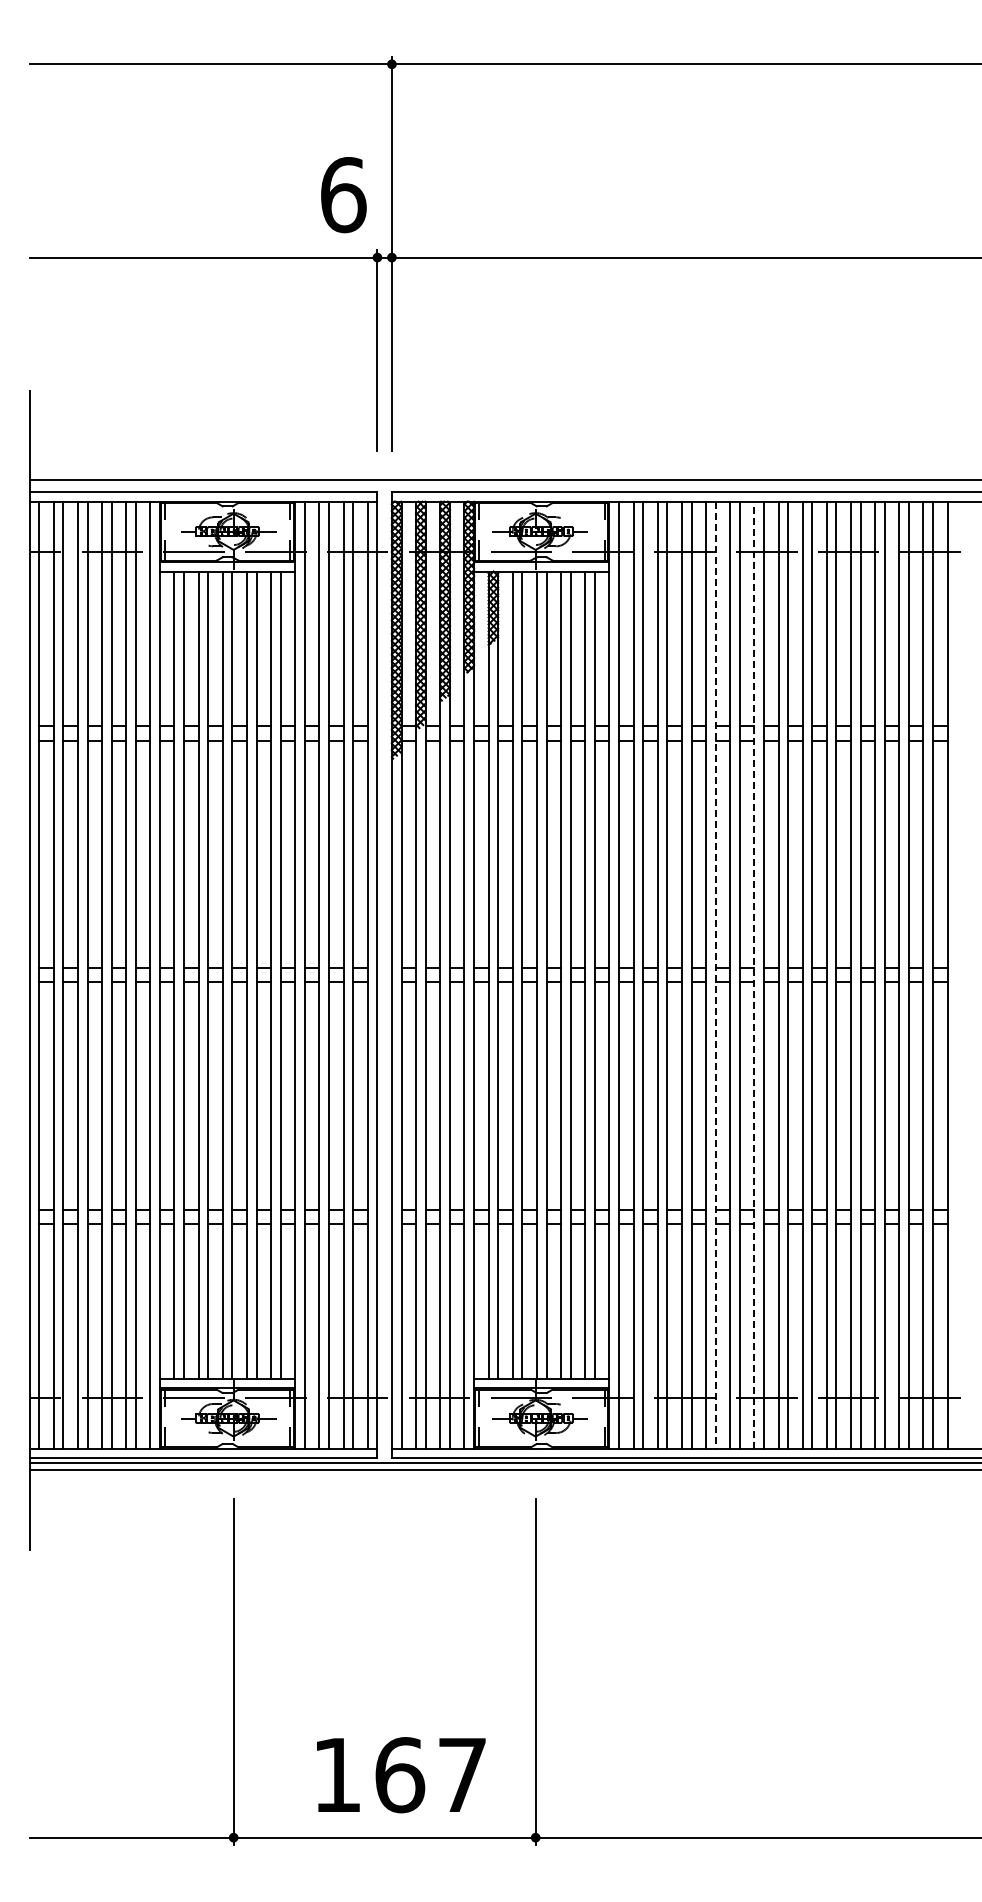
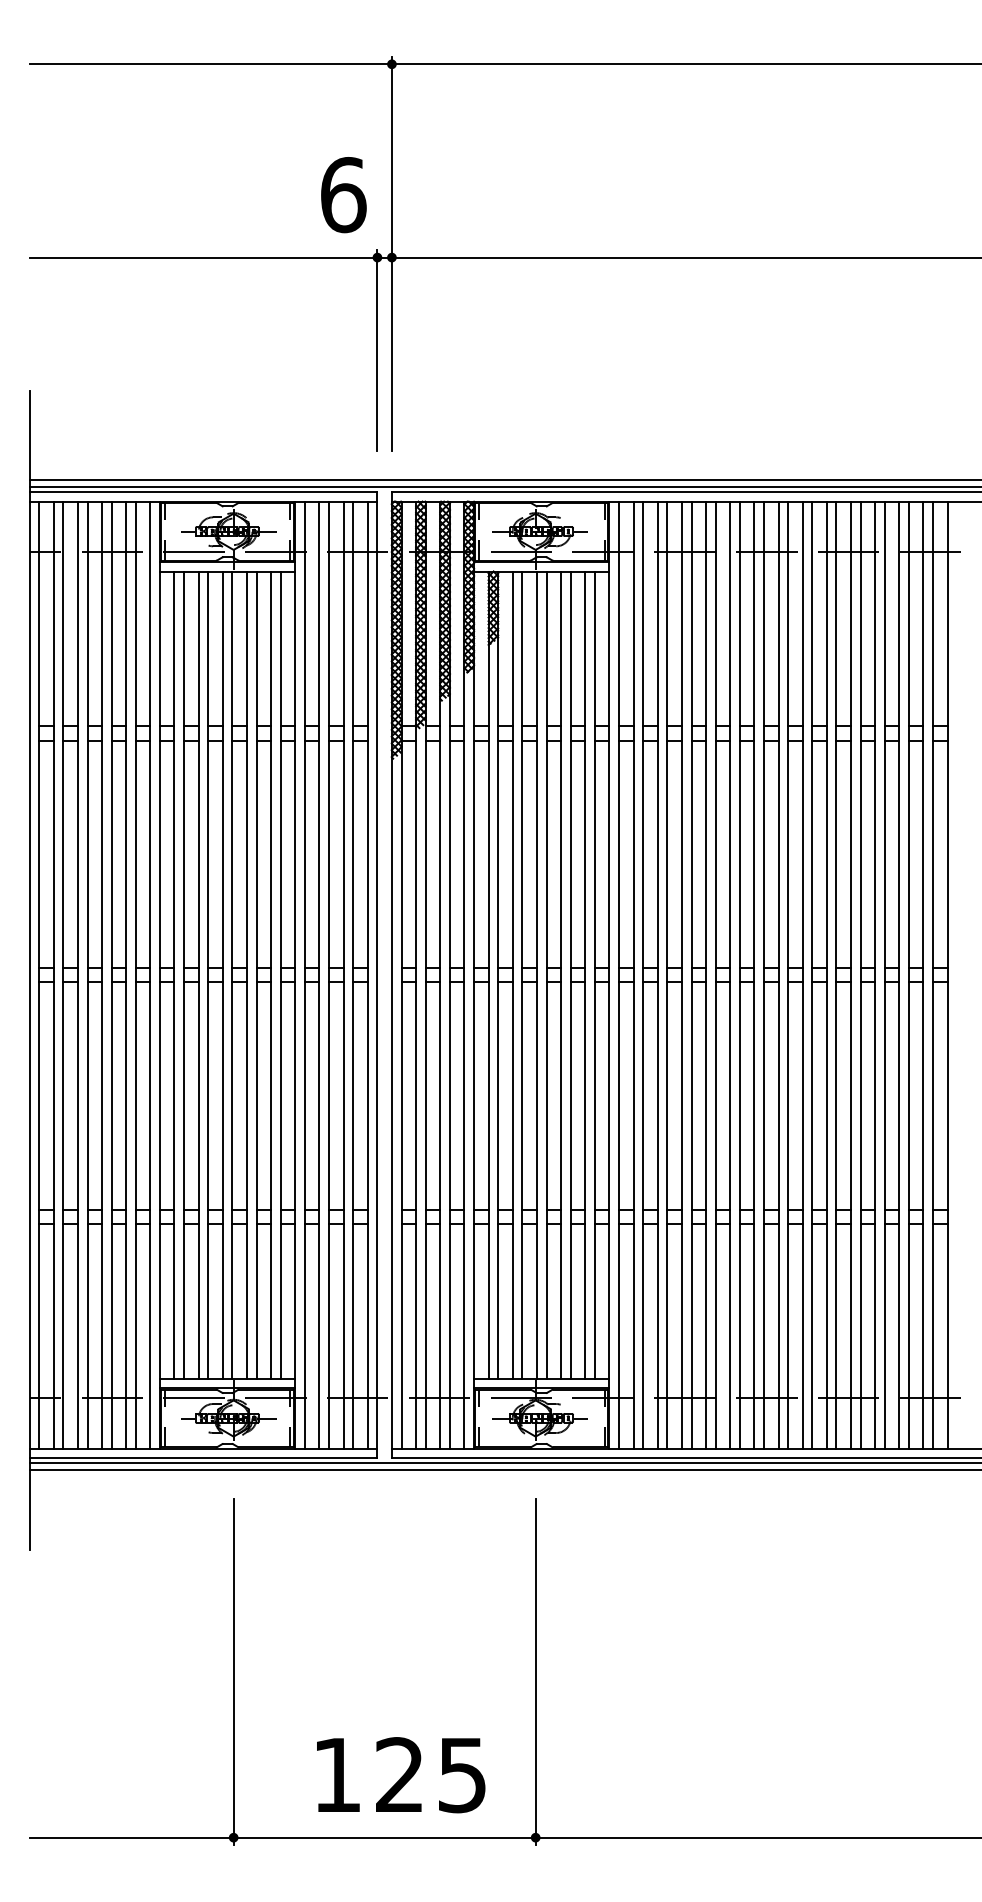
line at (503, 487): none -> present
line at (715, 975): dashed -> solid
line at (754, 975): dashed -> solid
text at (430, 1775): 167 -> 125
